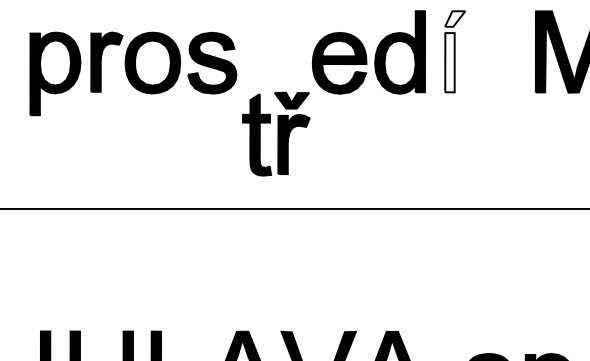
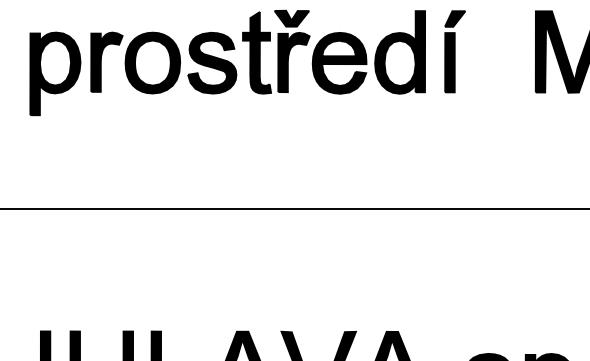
fill at (455, 18): none -> present
fill at (449, 62): none -> present
part at (276, 133) position: (276, 133) -> (276, 51)
